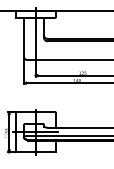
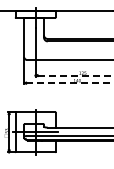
line at (75, 75): solid -> dashed
line at (70, 83): solid -> dashed
